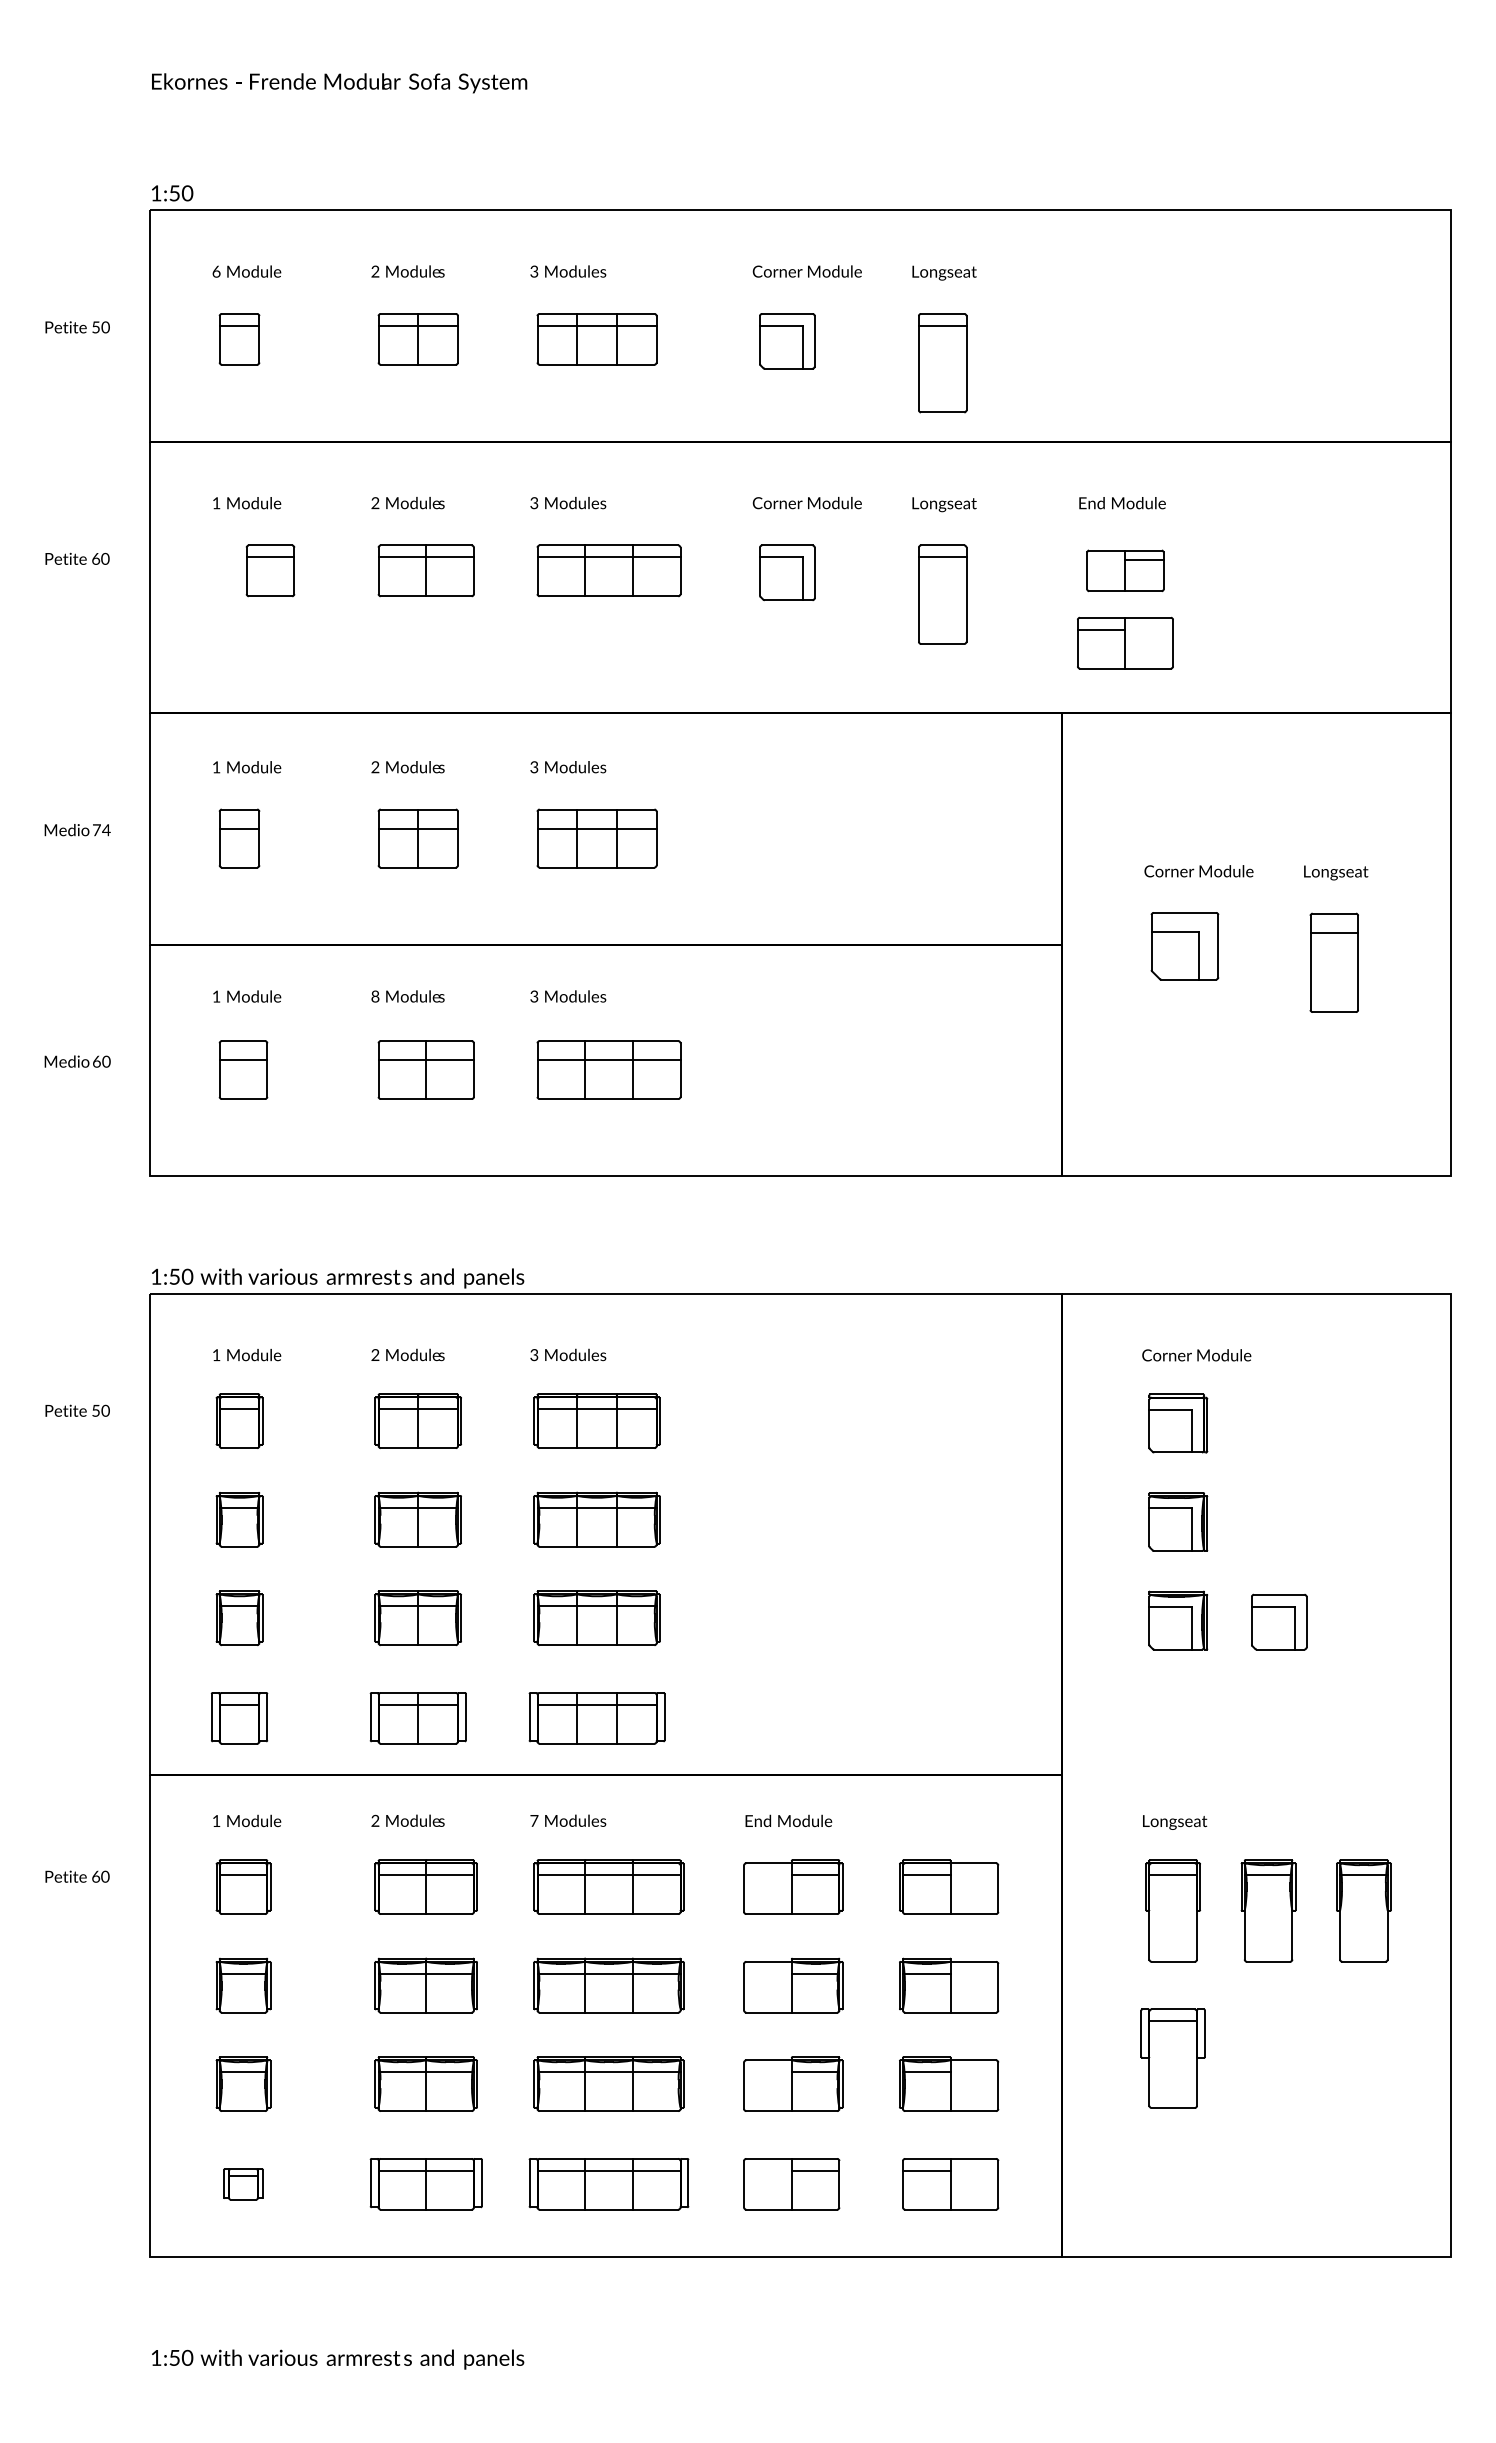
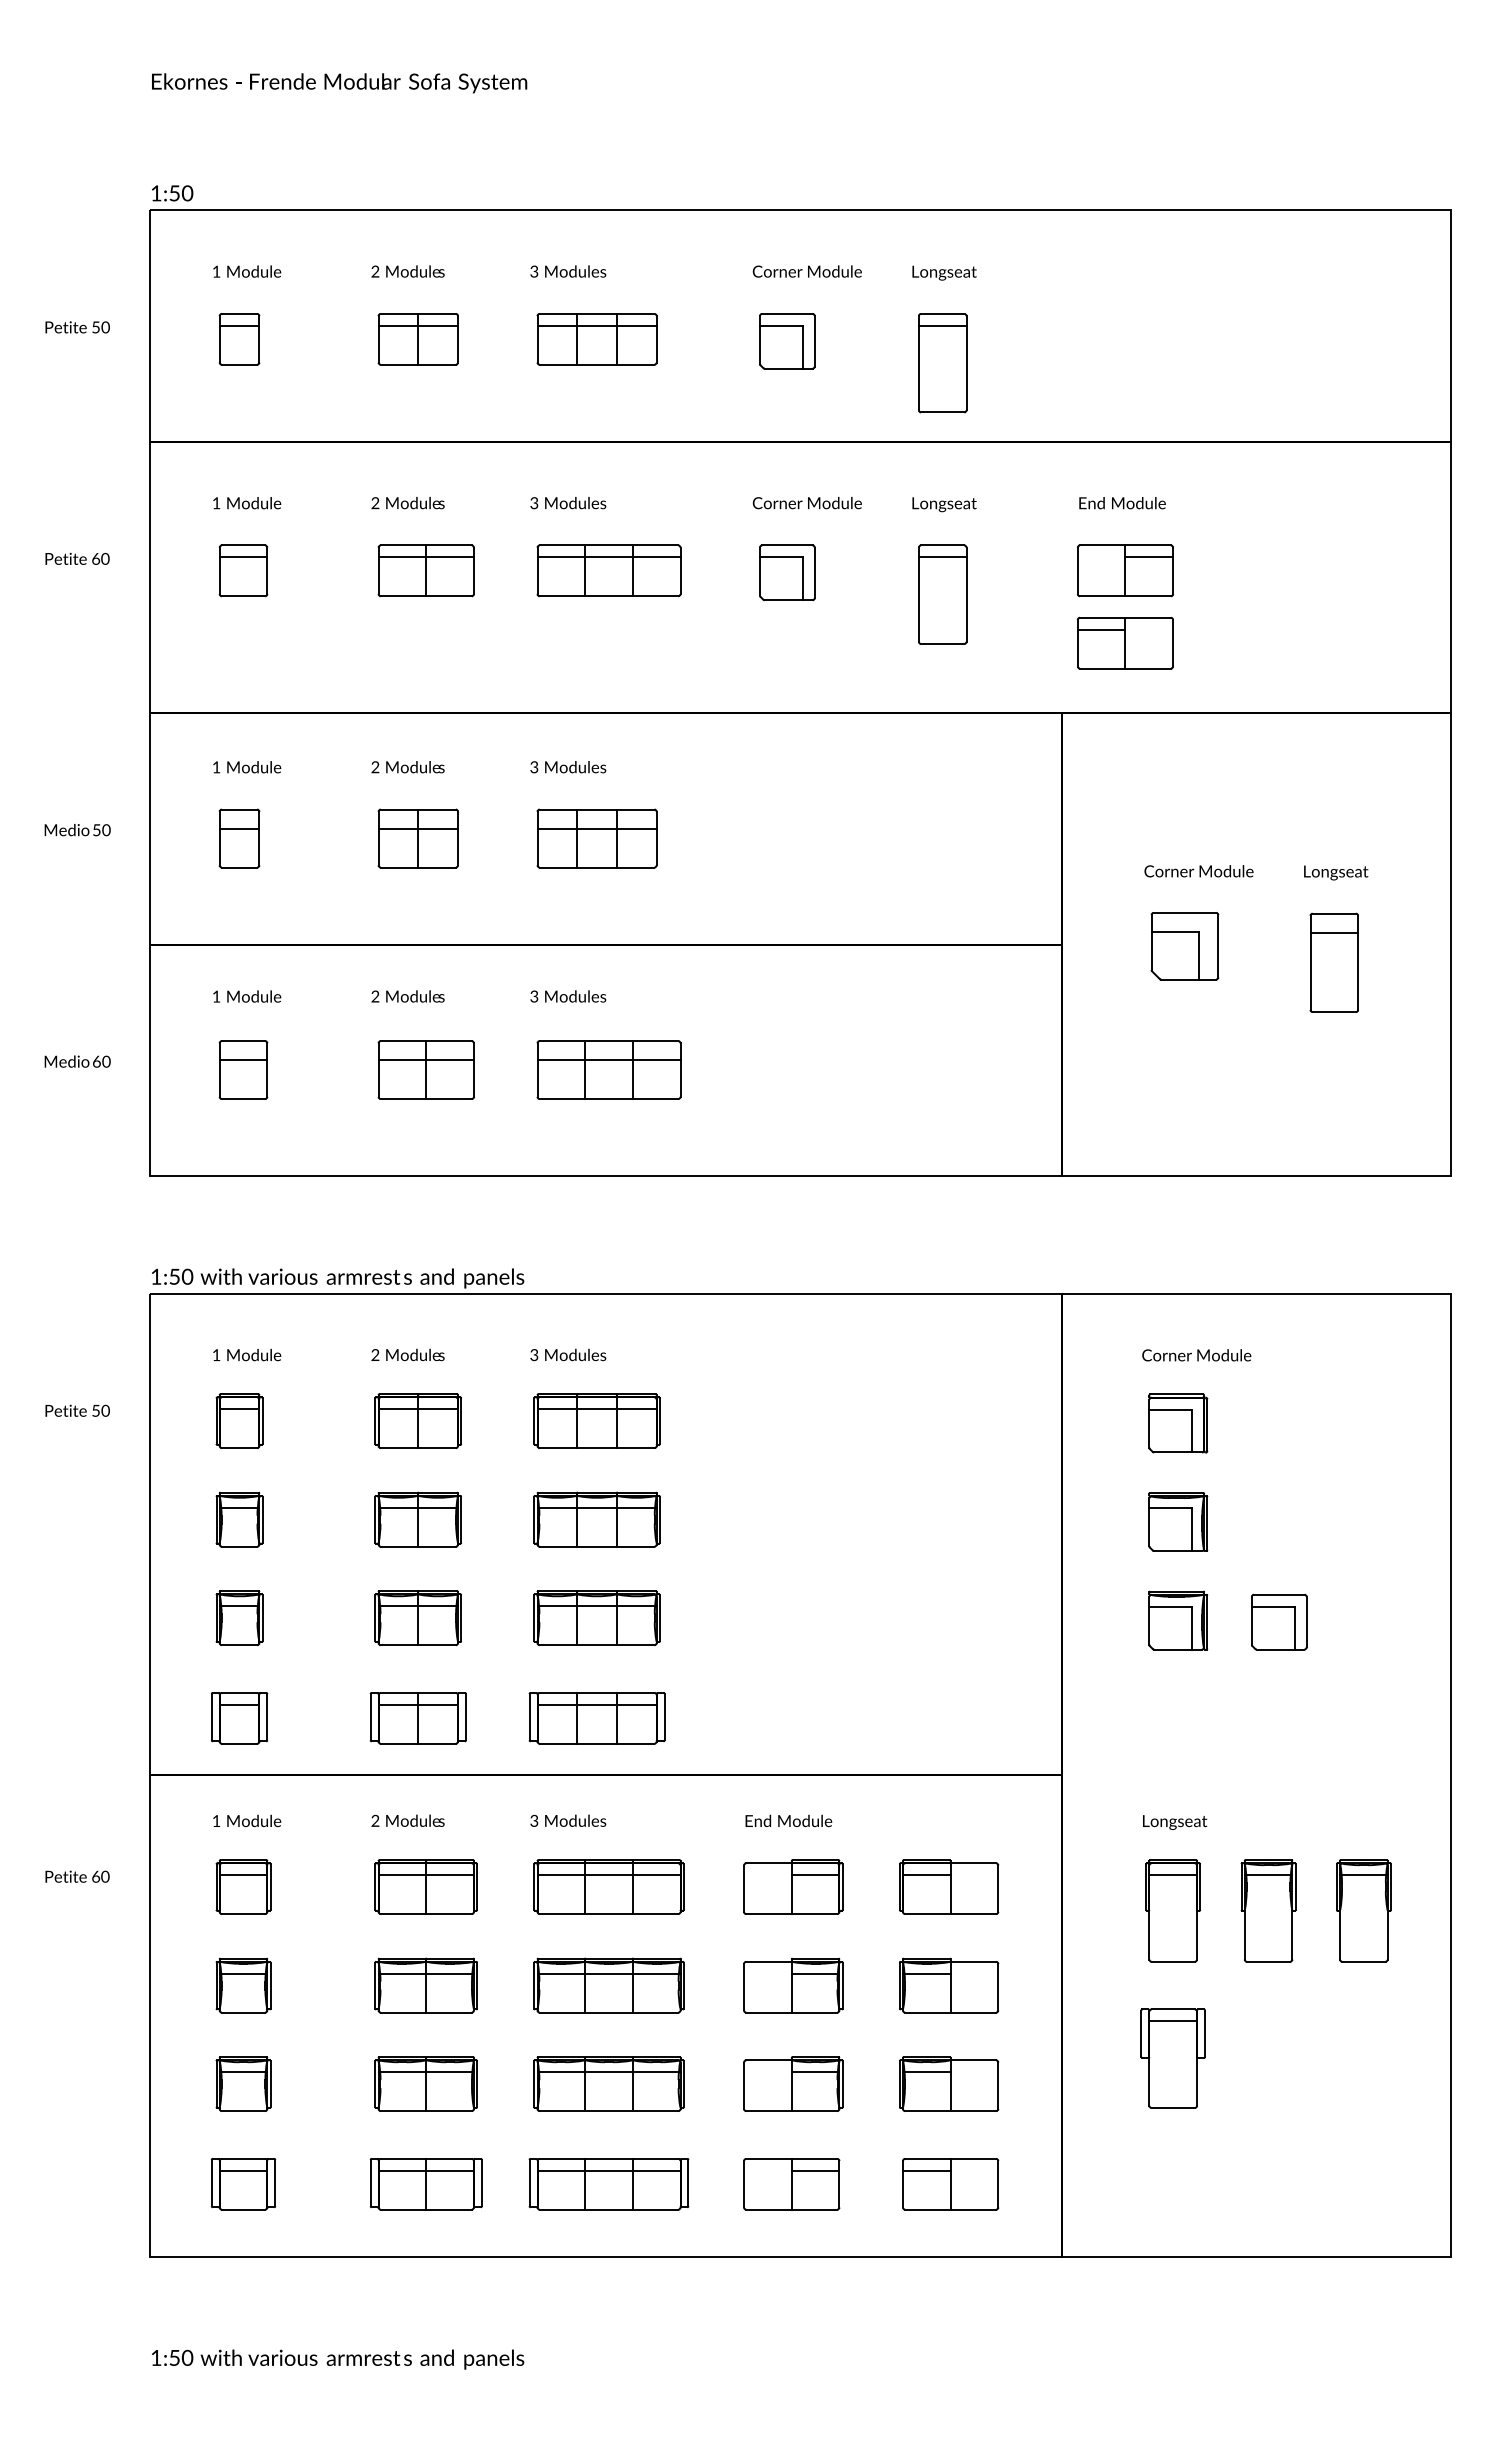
text at (216, 271): 6 -> 1
part at (270, 570) position: (270, 570) -> (243, 570)
part at (1125, 570) size: 79x43 px -> 97x54 px
text at (101, 830): 74 -> 50
text at (375, 996): 8 -> 2
text at (534, 1820): 7 -> 3
part at (243, 2184) size: 41x33 px -> 67x53 px
